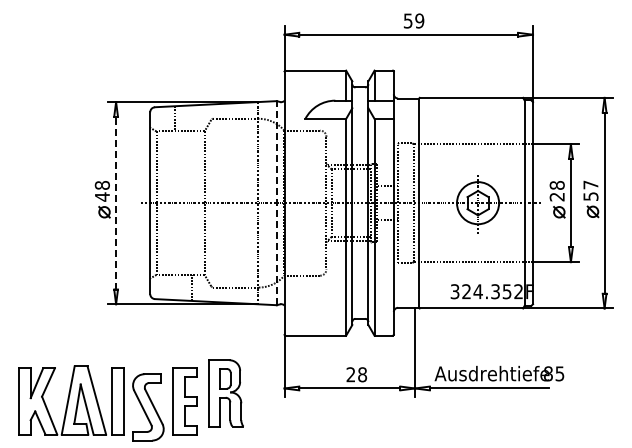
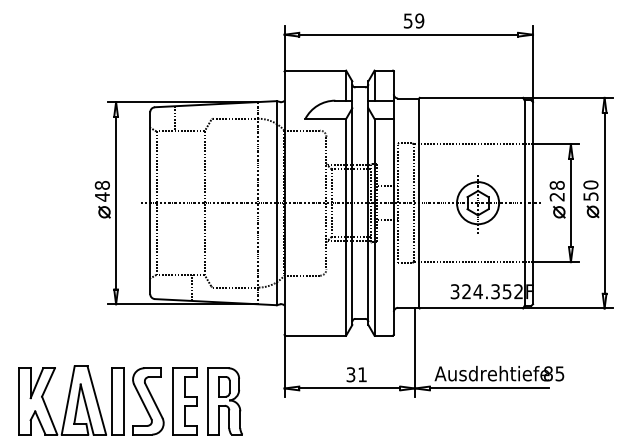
text at (590, 184): 57 -> 50
line at (116, 202): dashed -> solid
line at (276, 202): dashed -> solid
text at (356, 374): 28 -> 31
part at (225, 393) position: (225, 393) -> (224, 401)
part at (148, 407) position: (148, 407) -> (148, 401)
